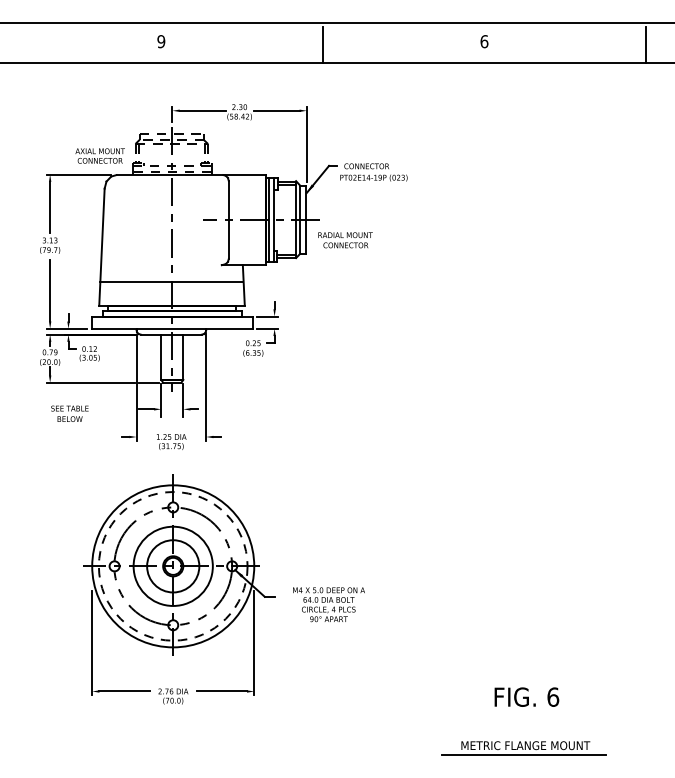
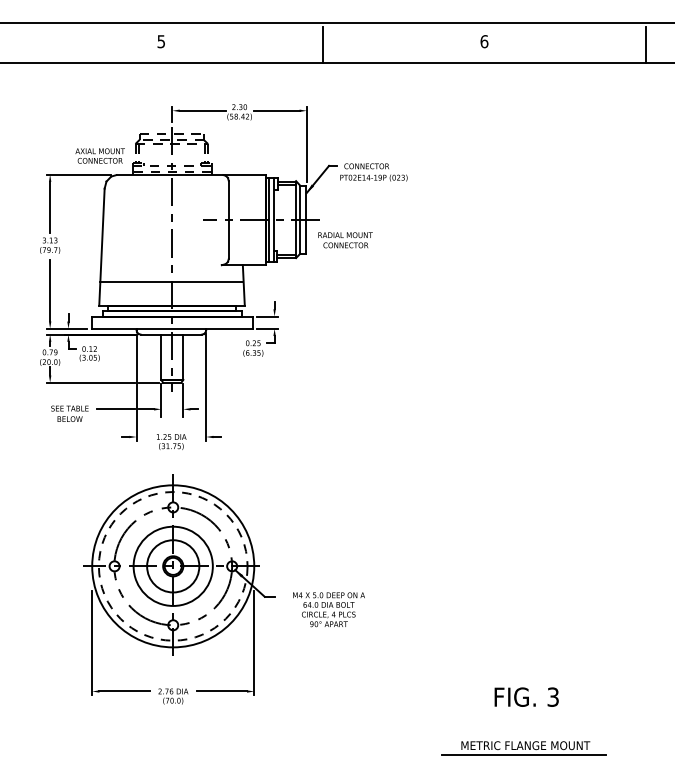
text at (161, 41): 9 -> 5
line at (115, 409): none -> present
text at (328, 604) position: (328, 604) -> (328, 609)
text at (553, 696): 6 -> 3
